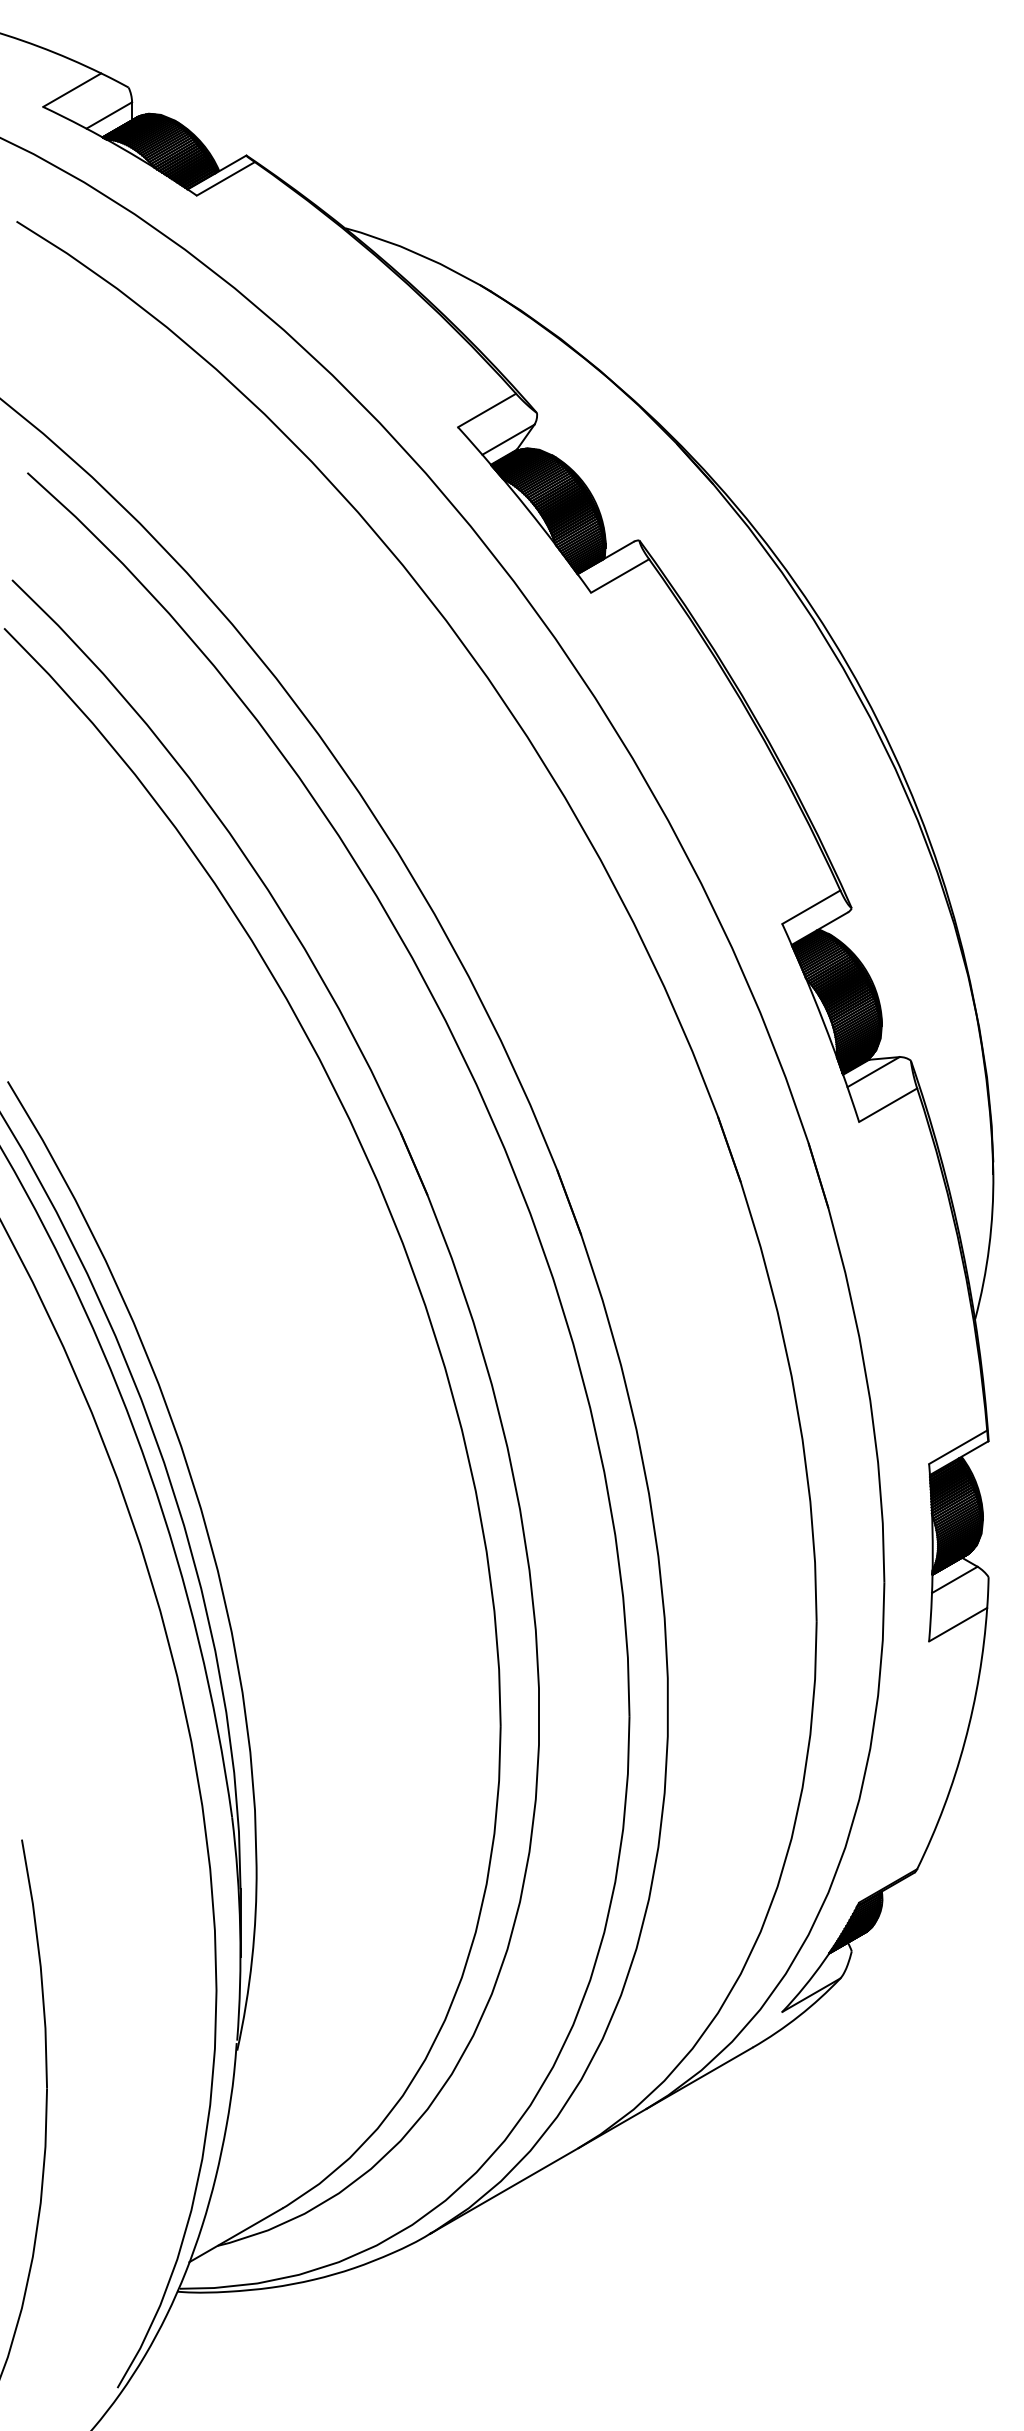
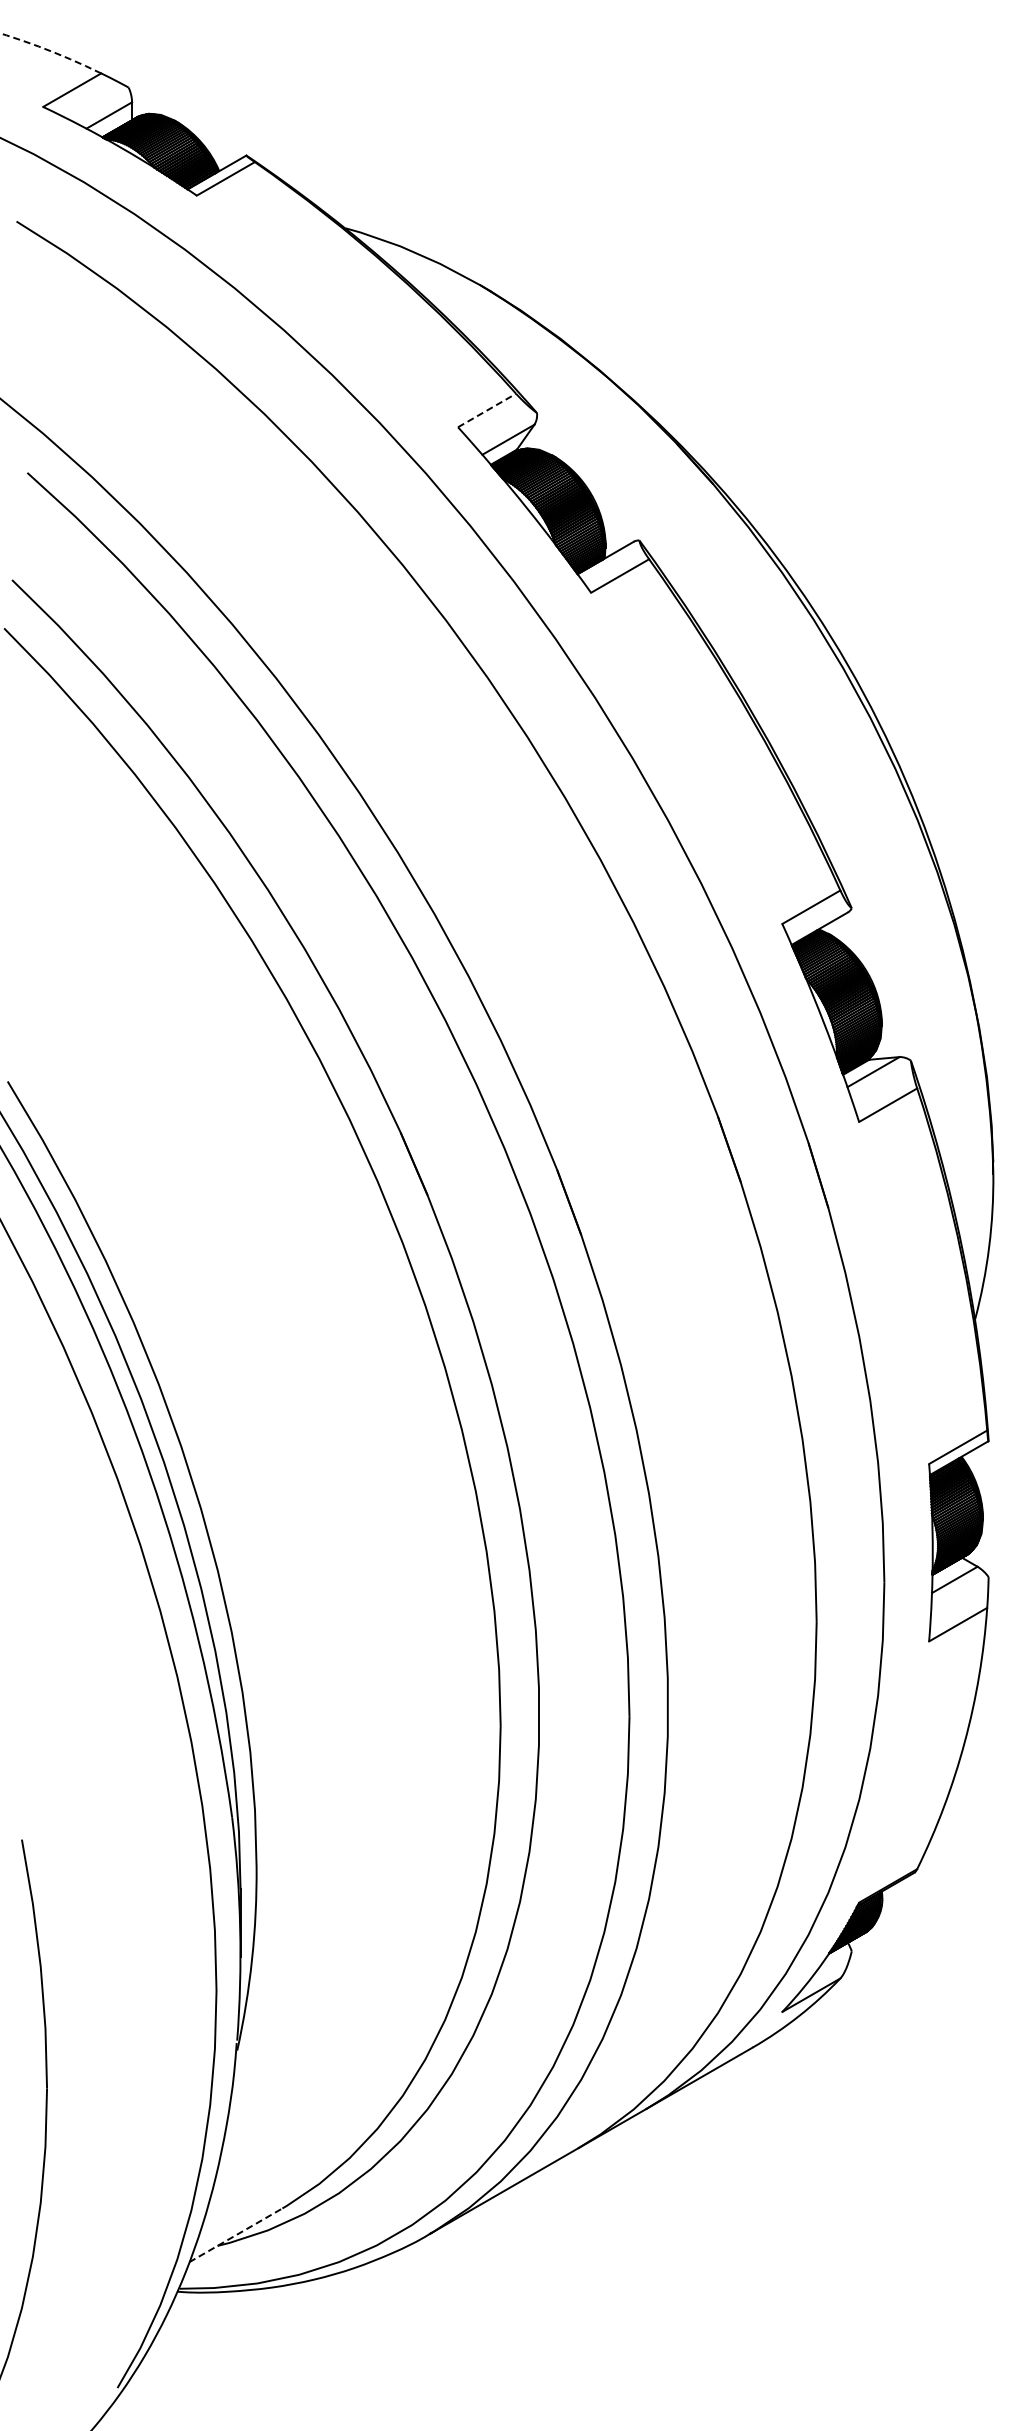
arc at (52, 51): solid -> dashed
line at (487, 410): solid -> dashed
line at (235, 2235): solid -> dashed
